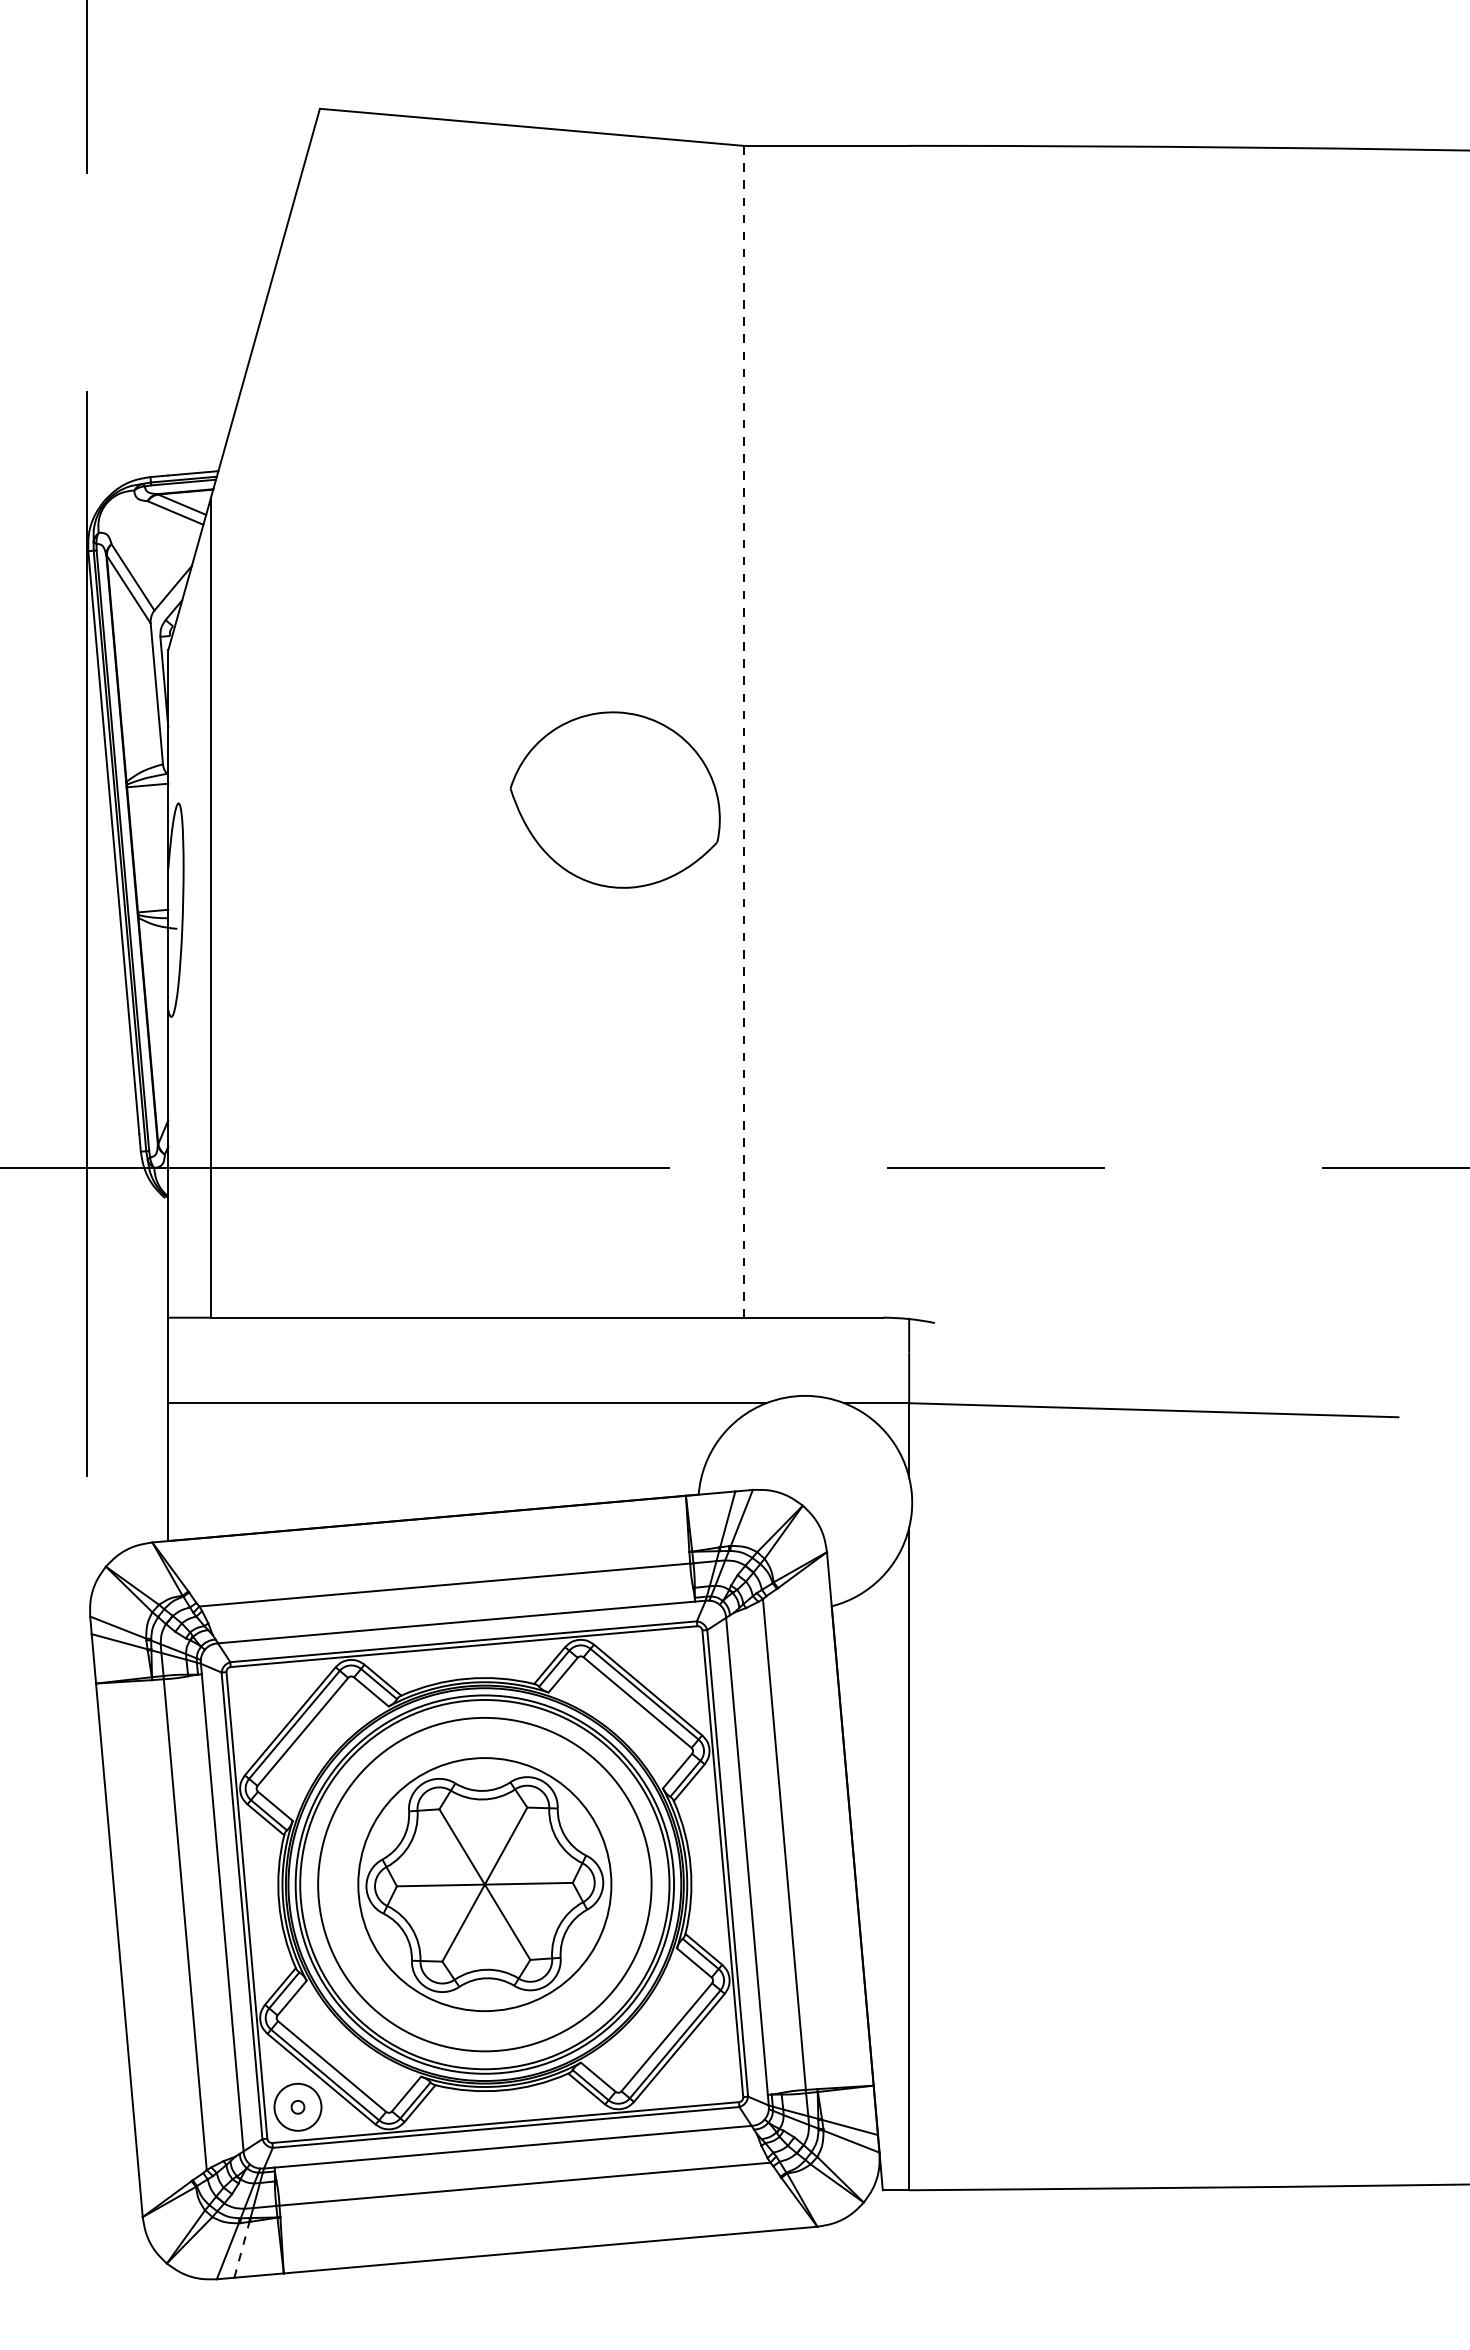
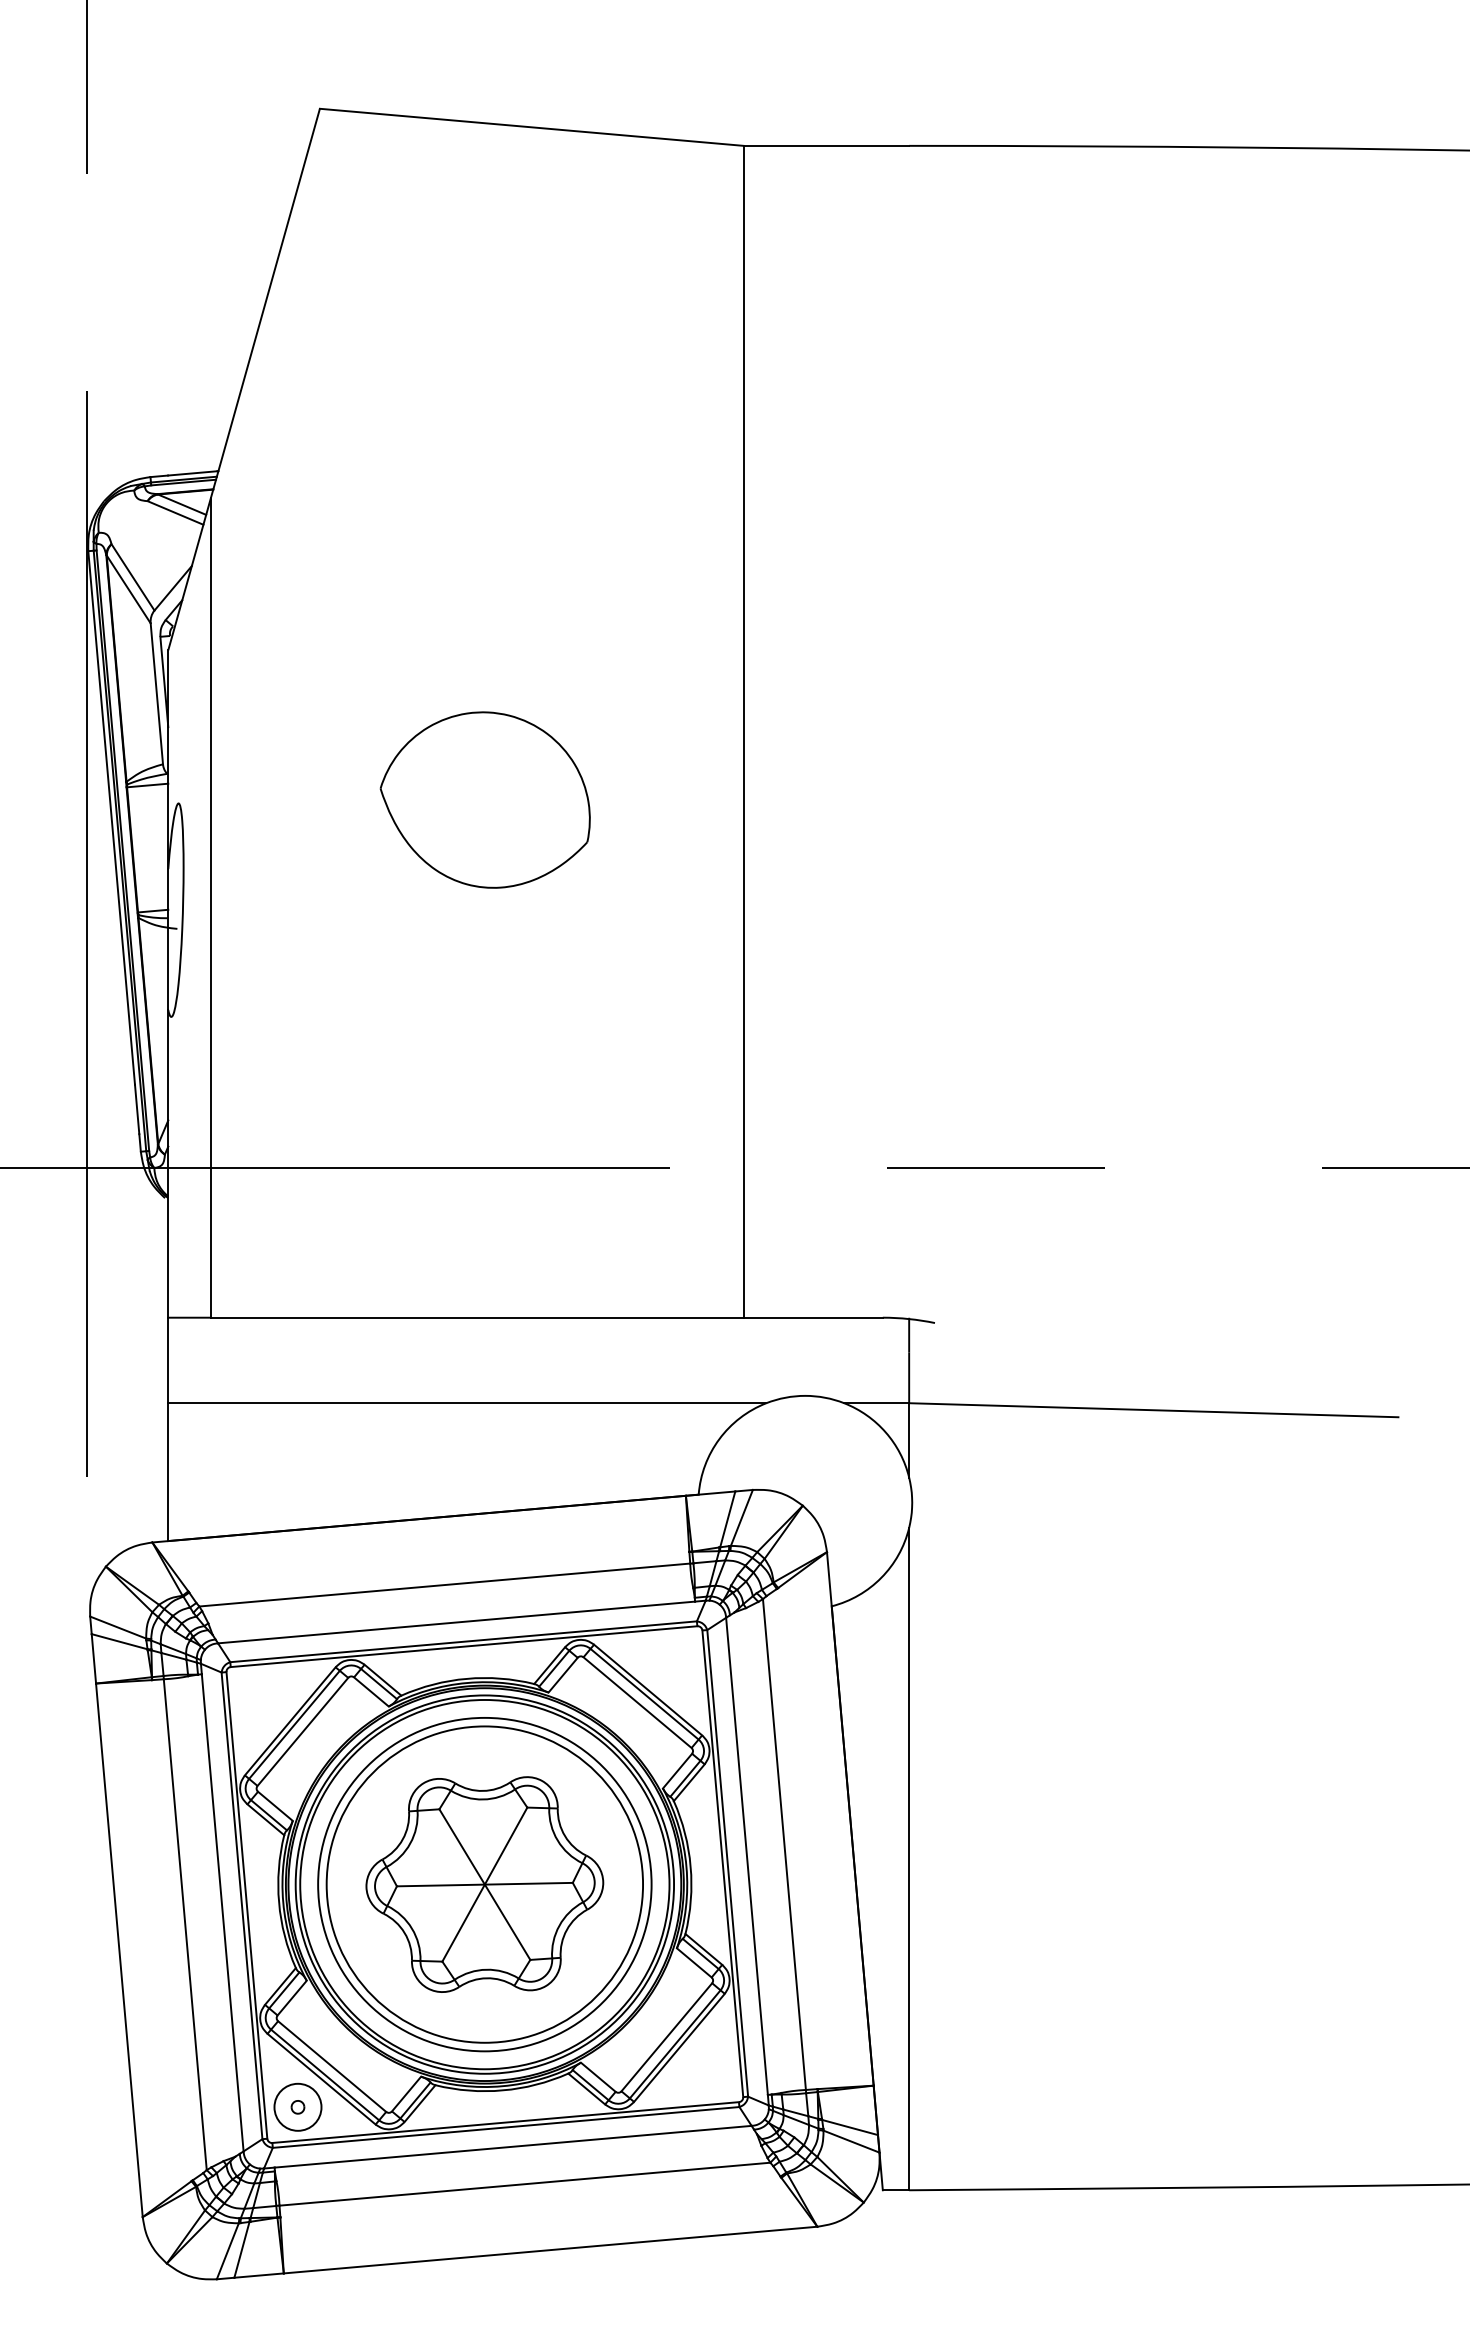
line at (743, 731): dashed -> solid
part at (614, 799) position: (614, 799) -> (484, 799)
circle at (484, 1884) diameter: 253 px -> 316 px
line at (241, 2249): dashed -> solid
